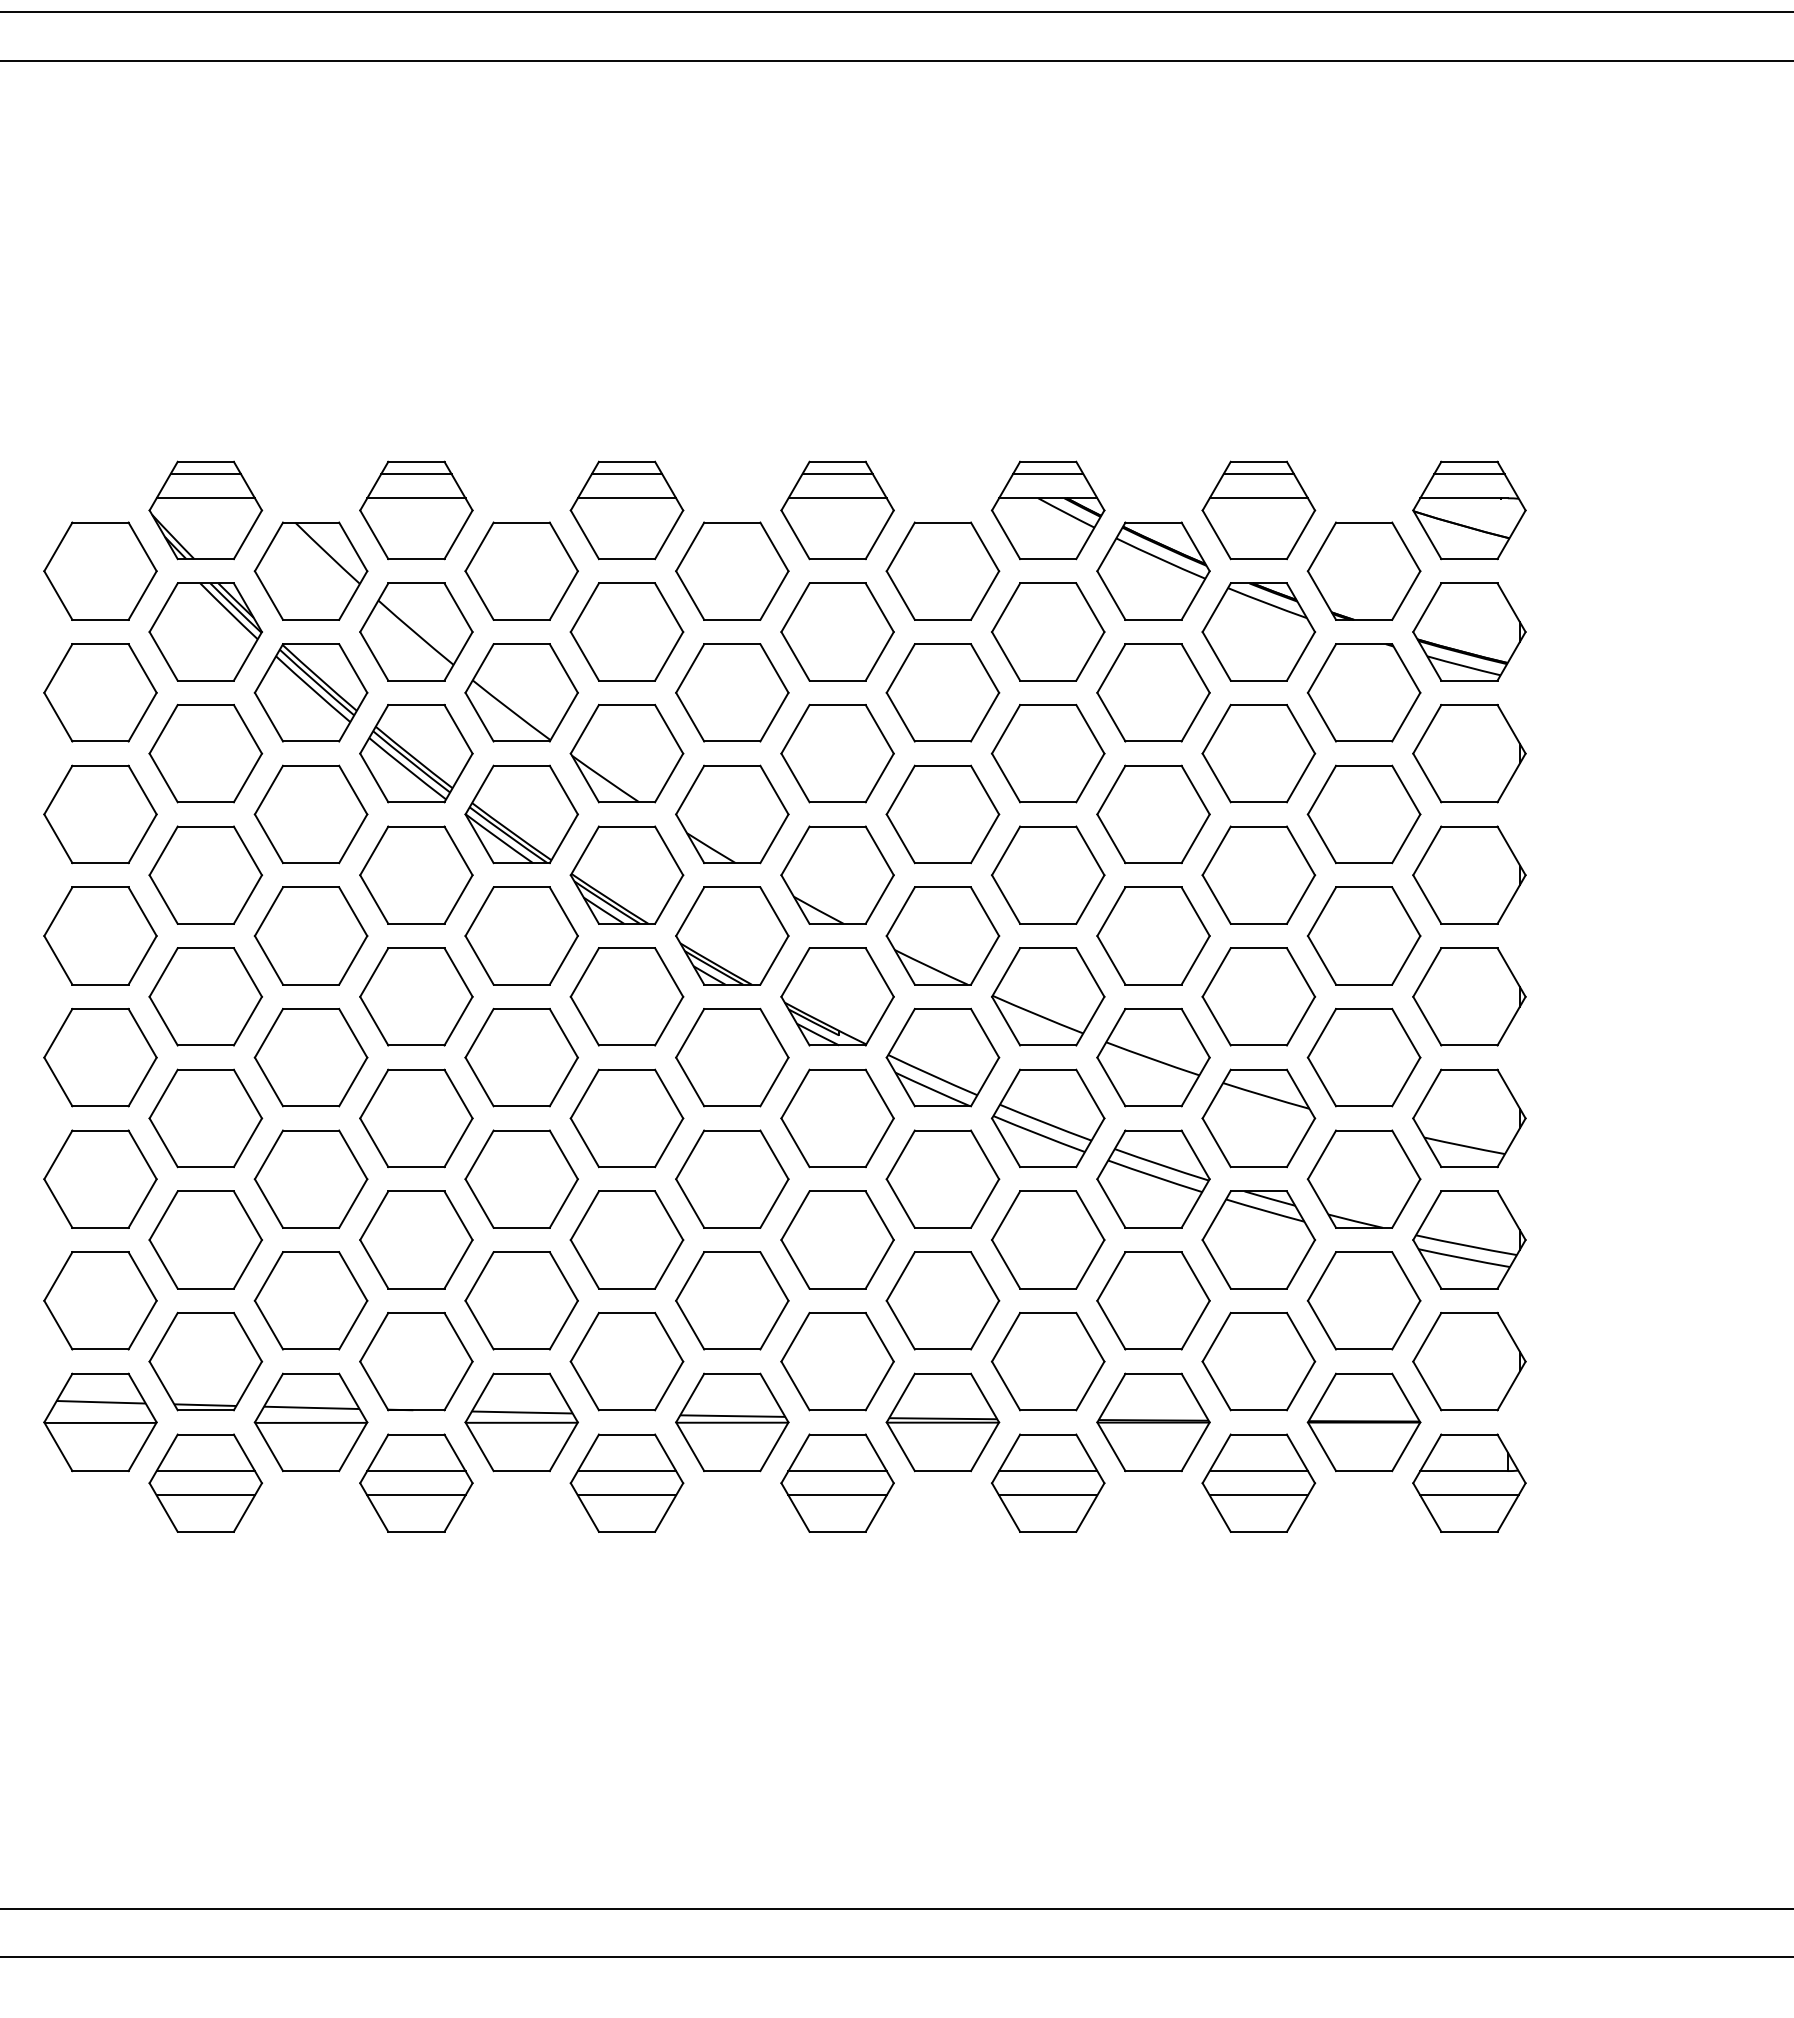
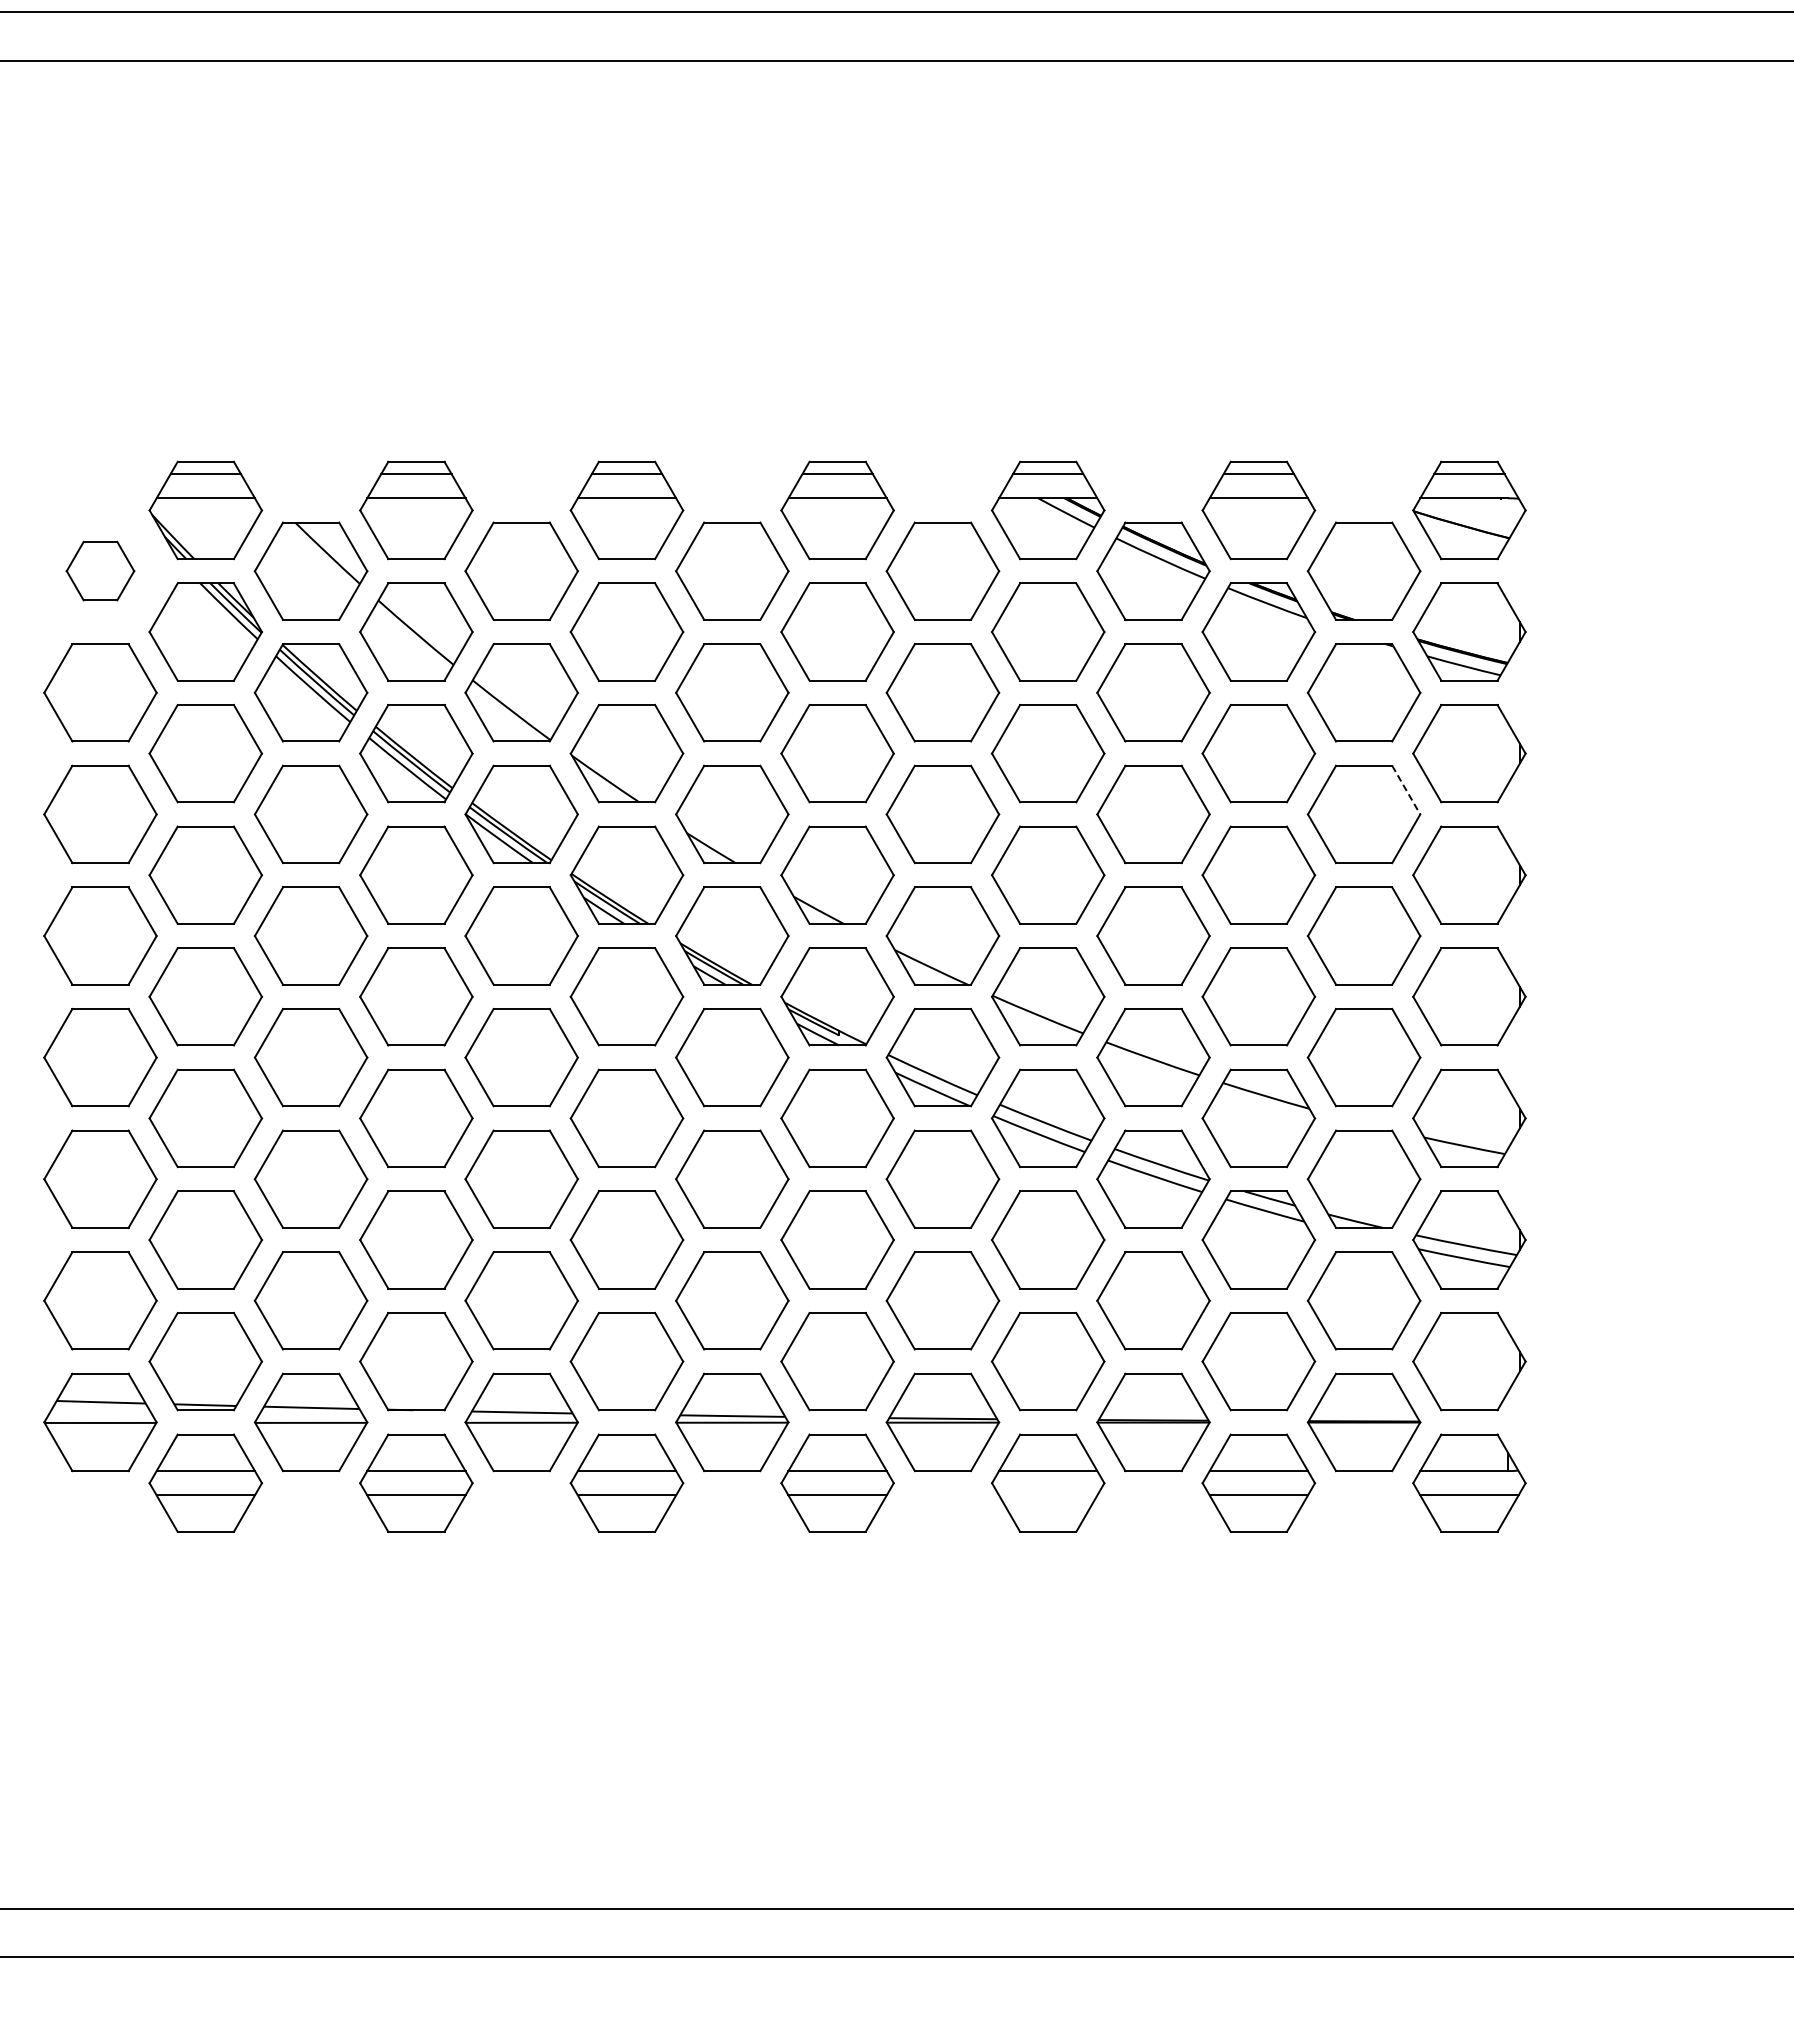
part at (100, 570) size: 115x100 px -> 71x62 px
line at (1406, 790): solid -> dashed
line at (1048, 1495): present -> none
